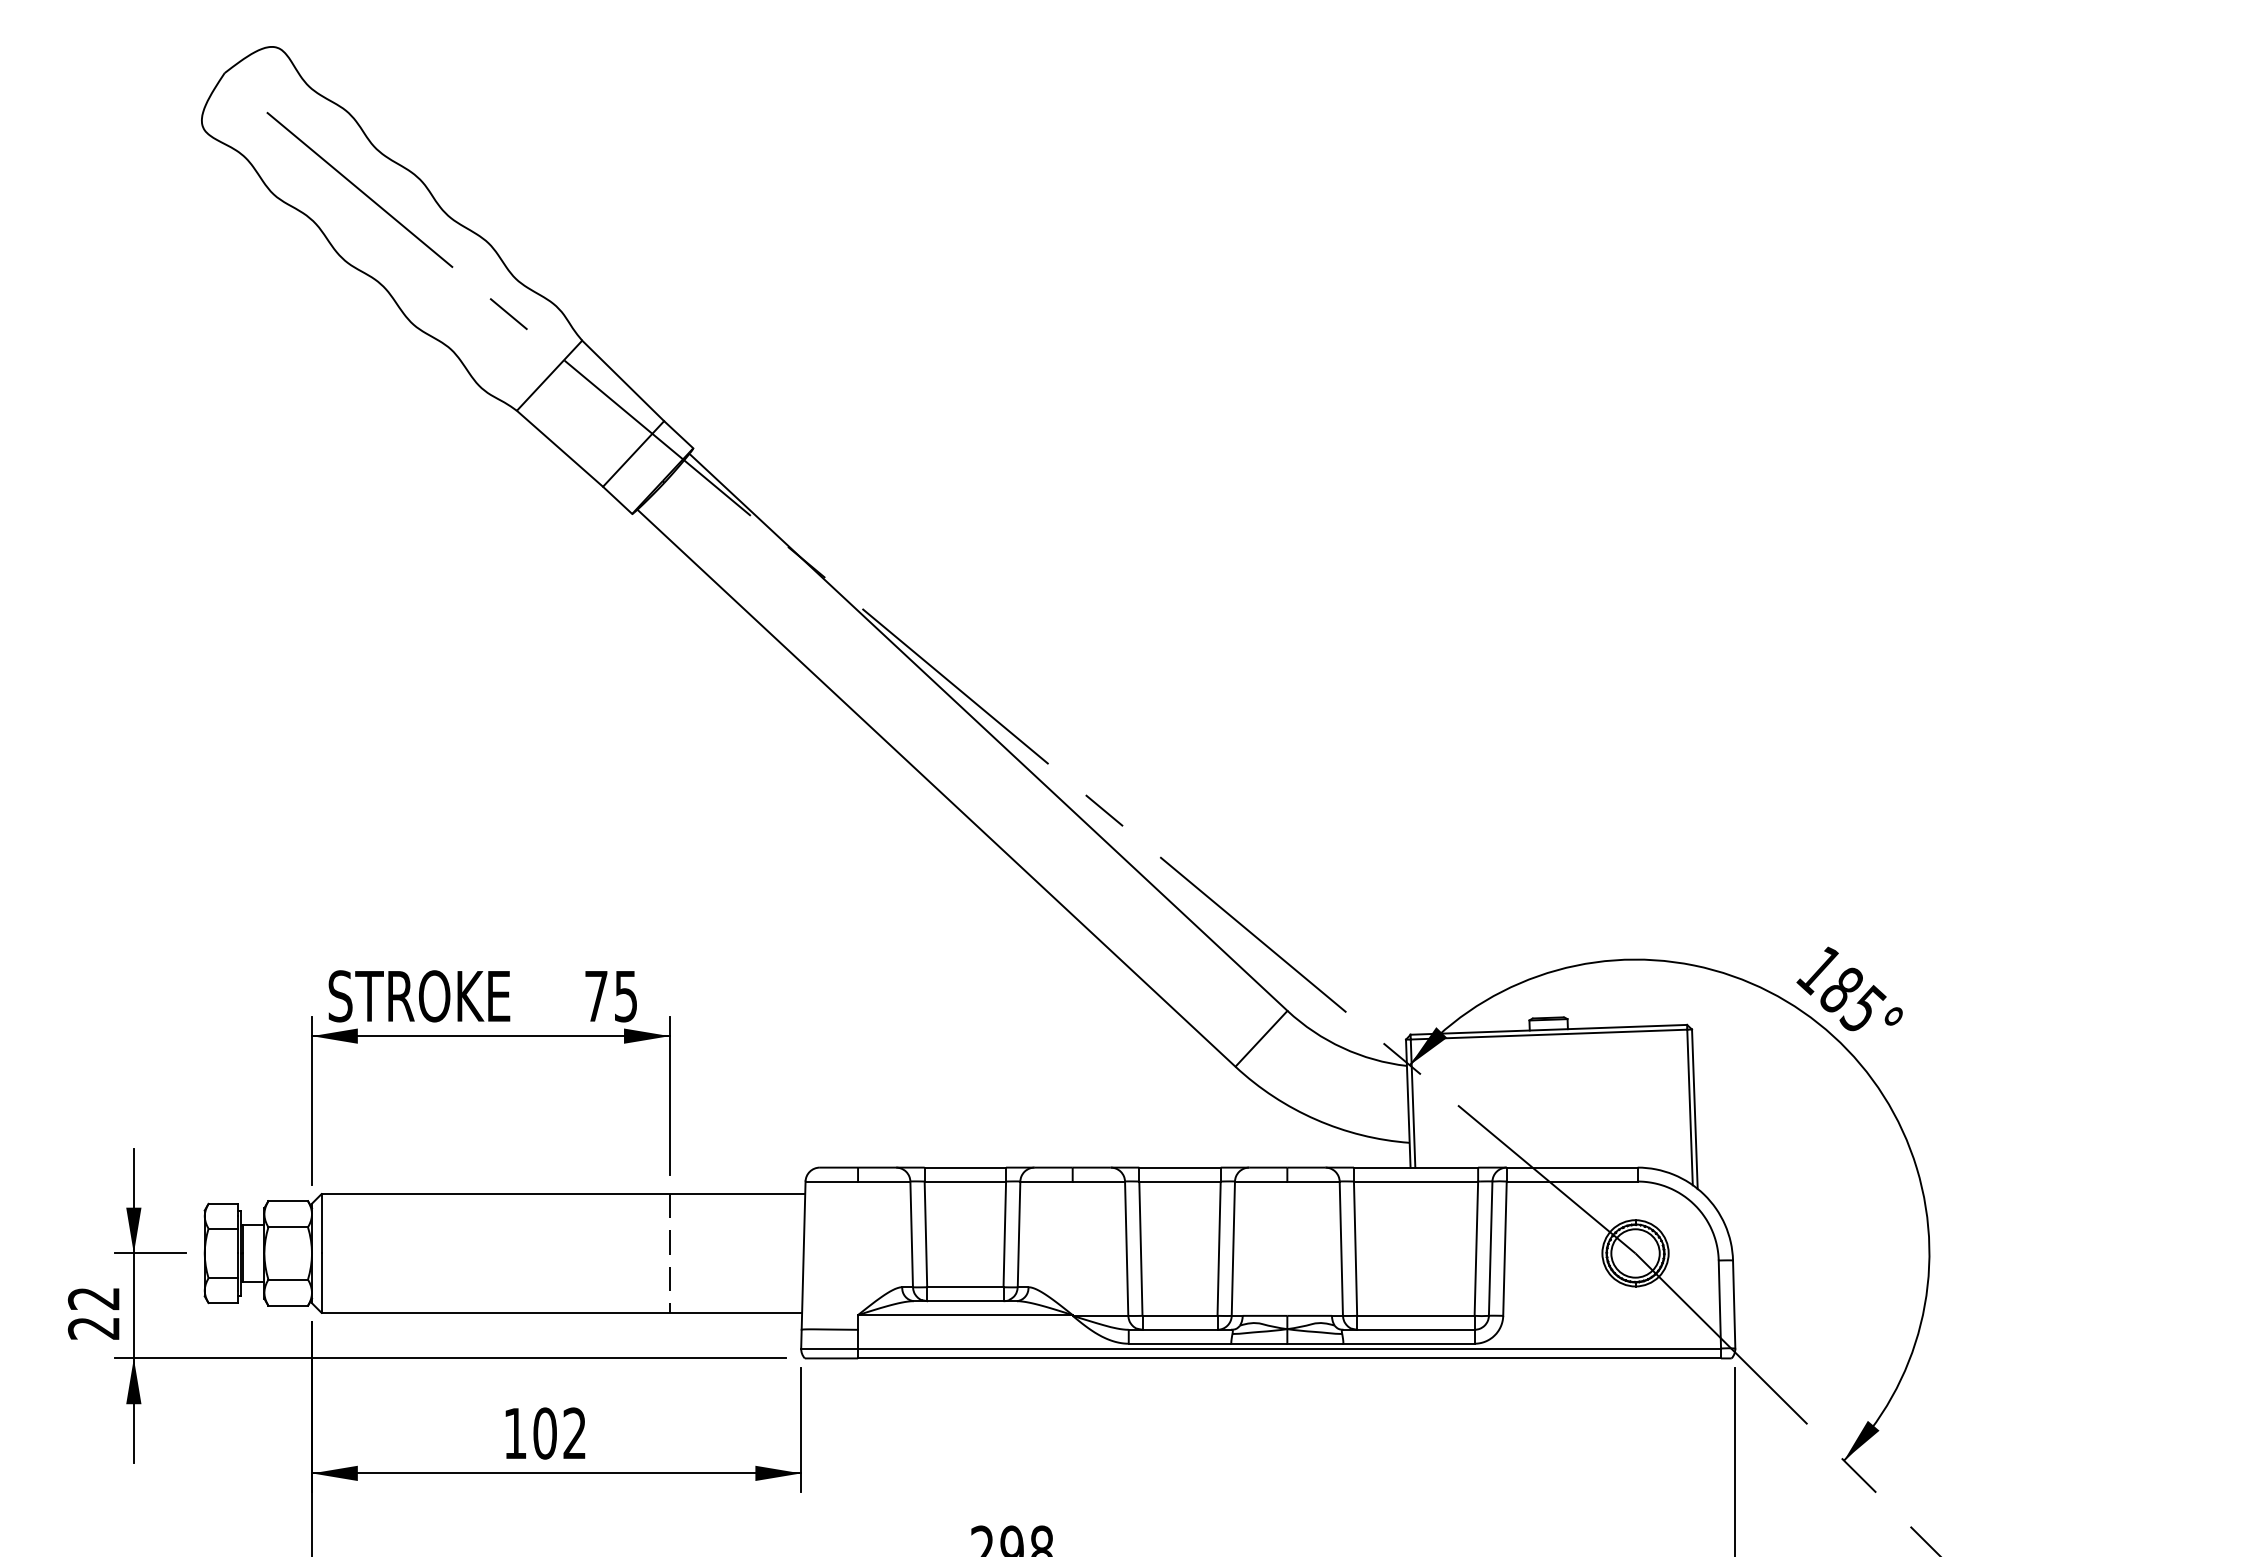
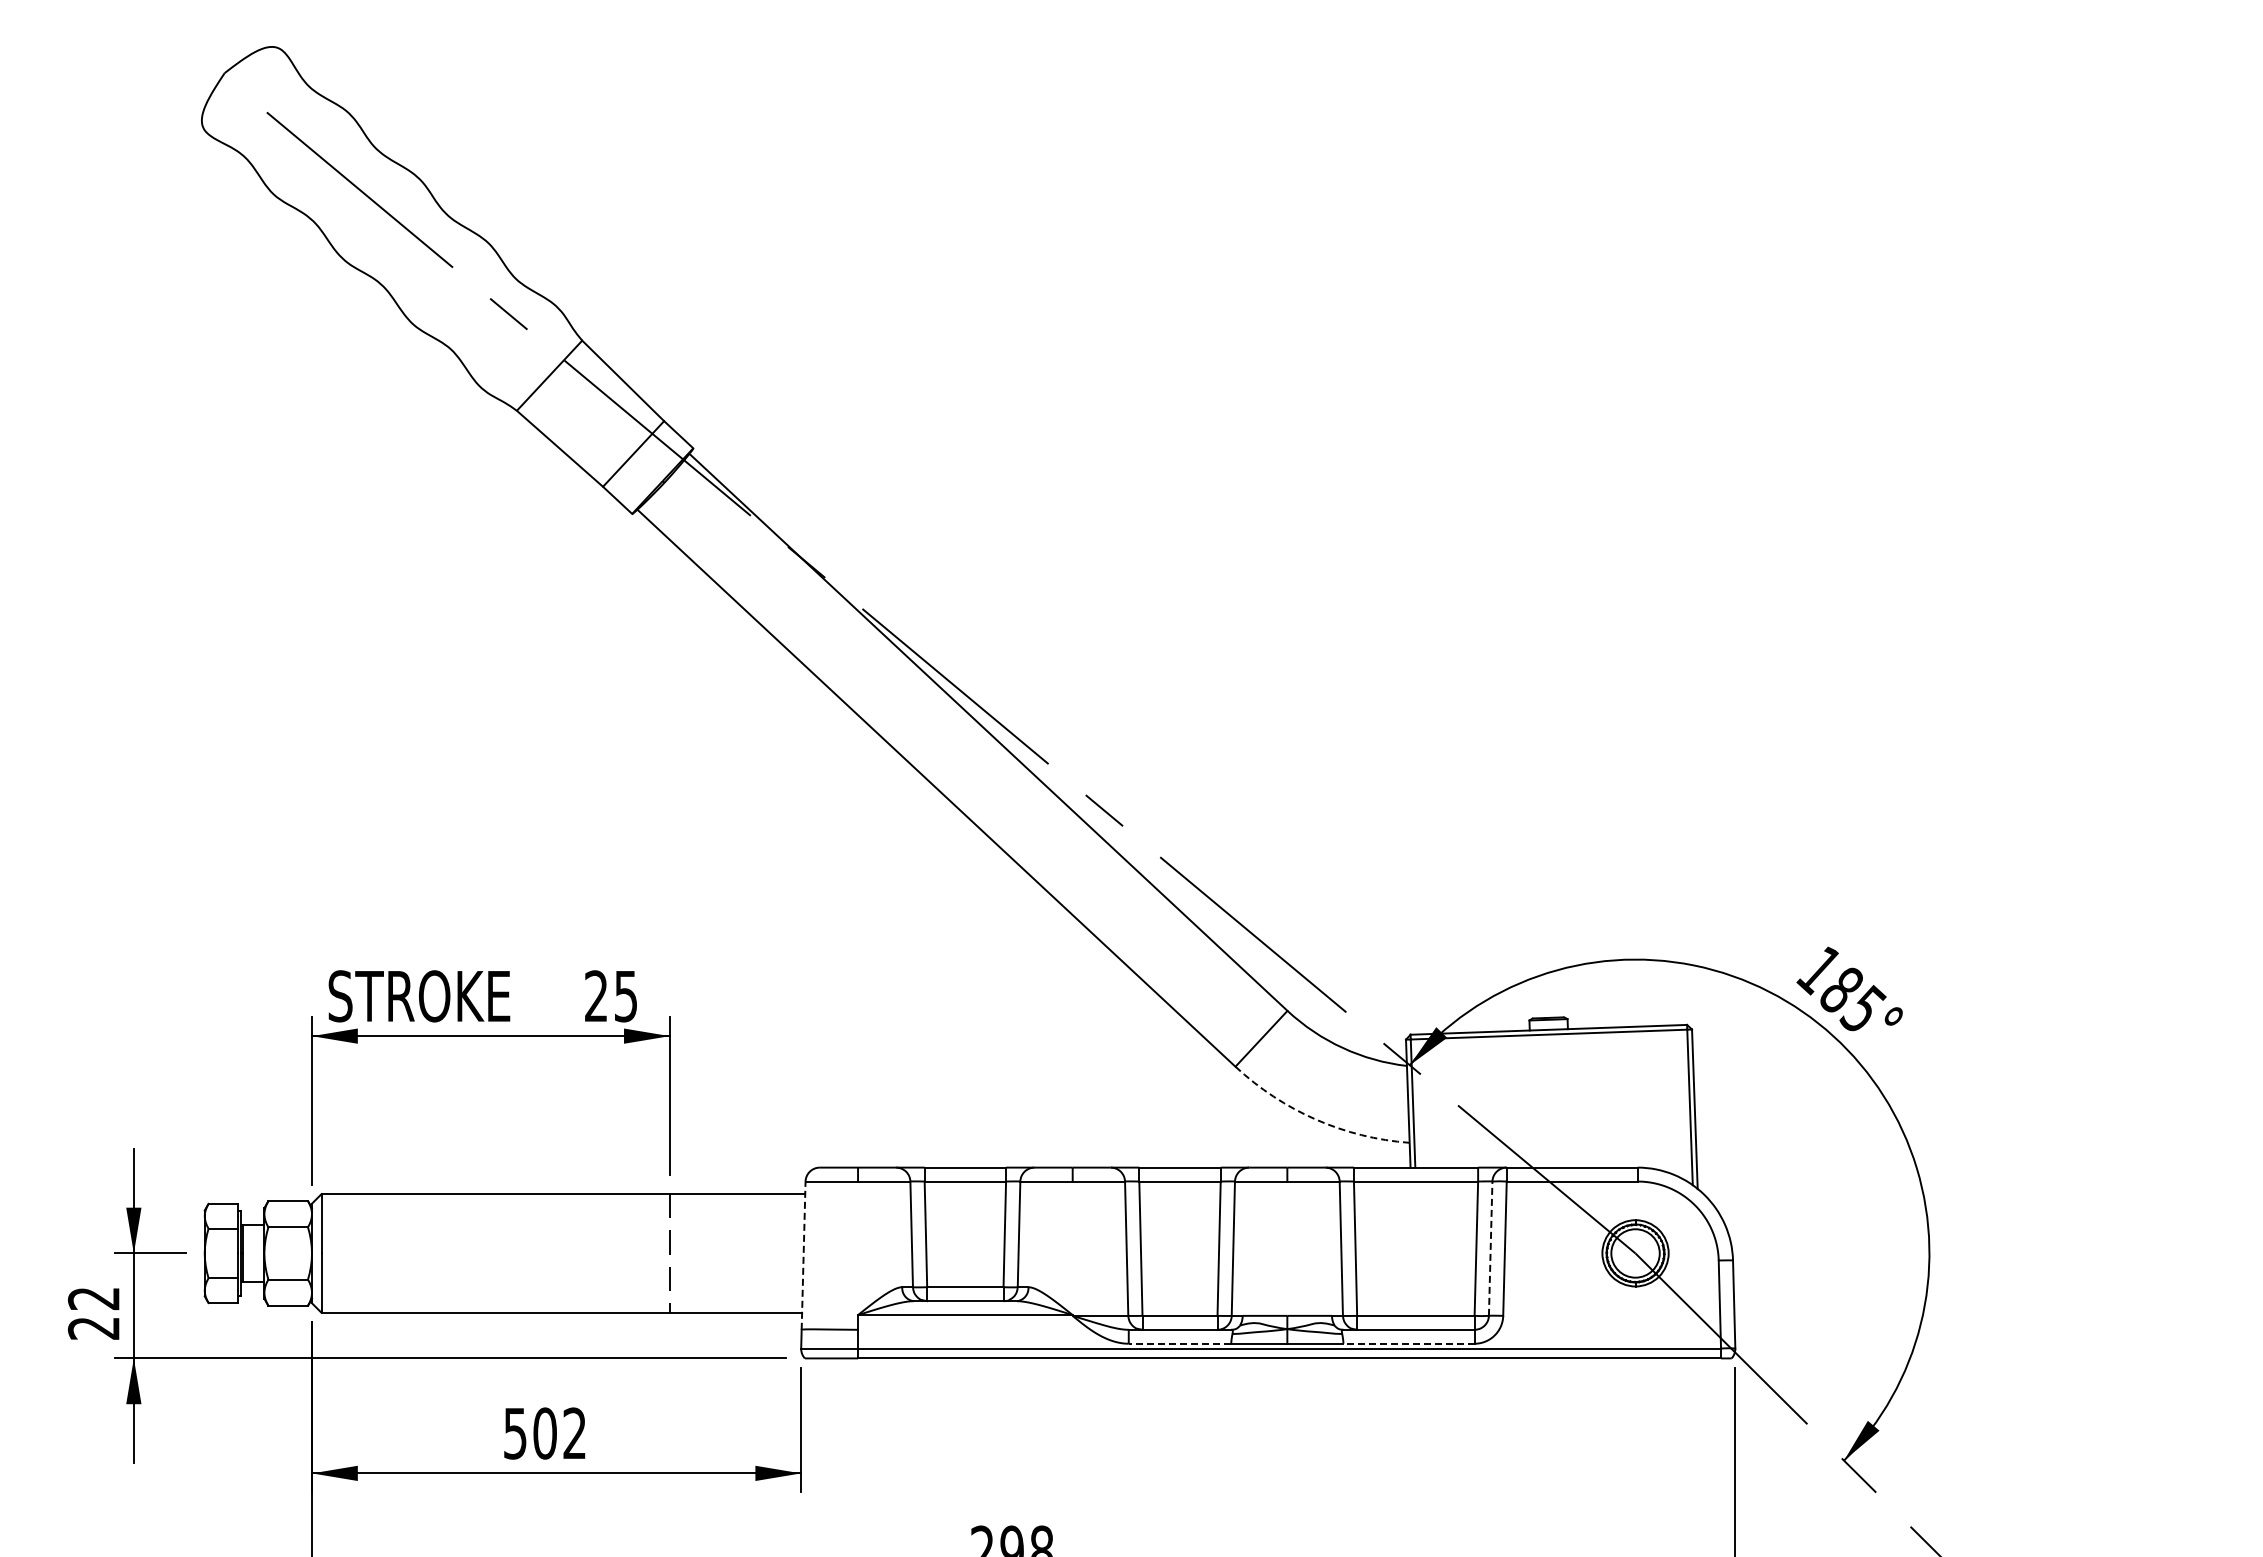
text at (596, 995): 75 -> 25
arc at (1316, 1119): solid -> dashed
line at (1490, 1248): solid -> dashed
line at (803, 1255): solid -> dashed
line at (1179, 1343): solid -> dashed
line at (1409, 1343): solid -> dashed
text at (515, 1433): 102 -> 502
